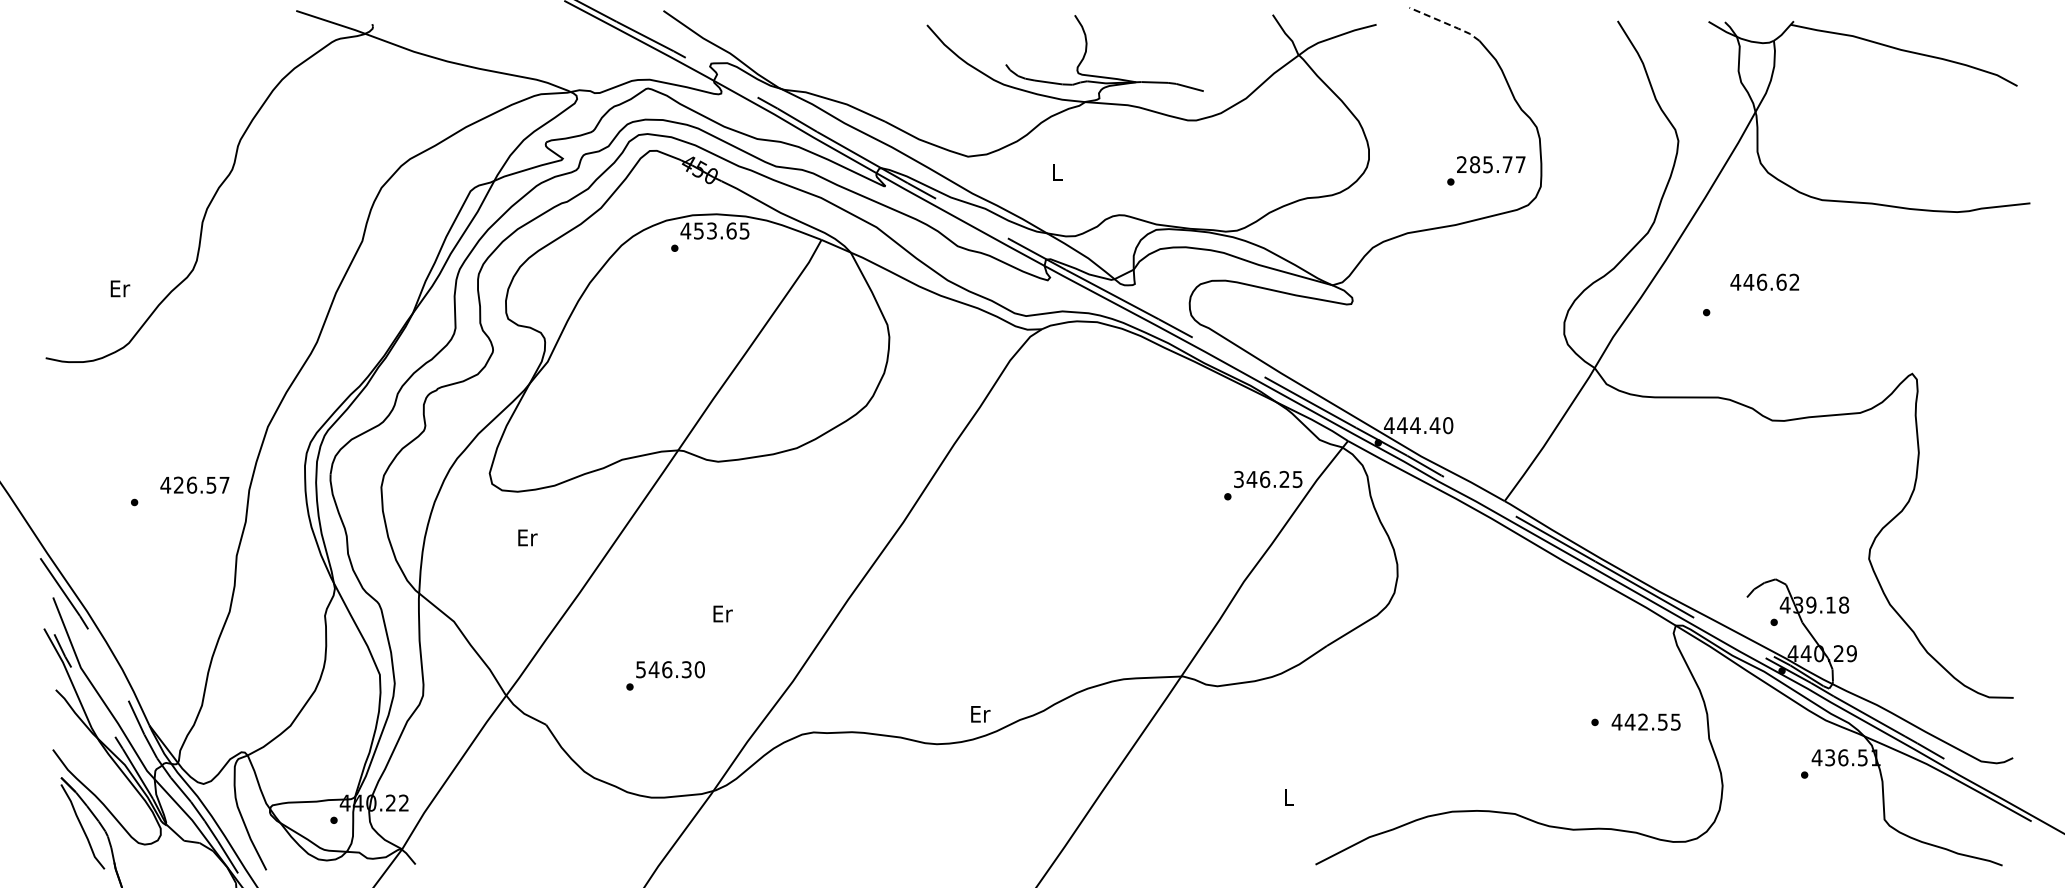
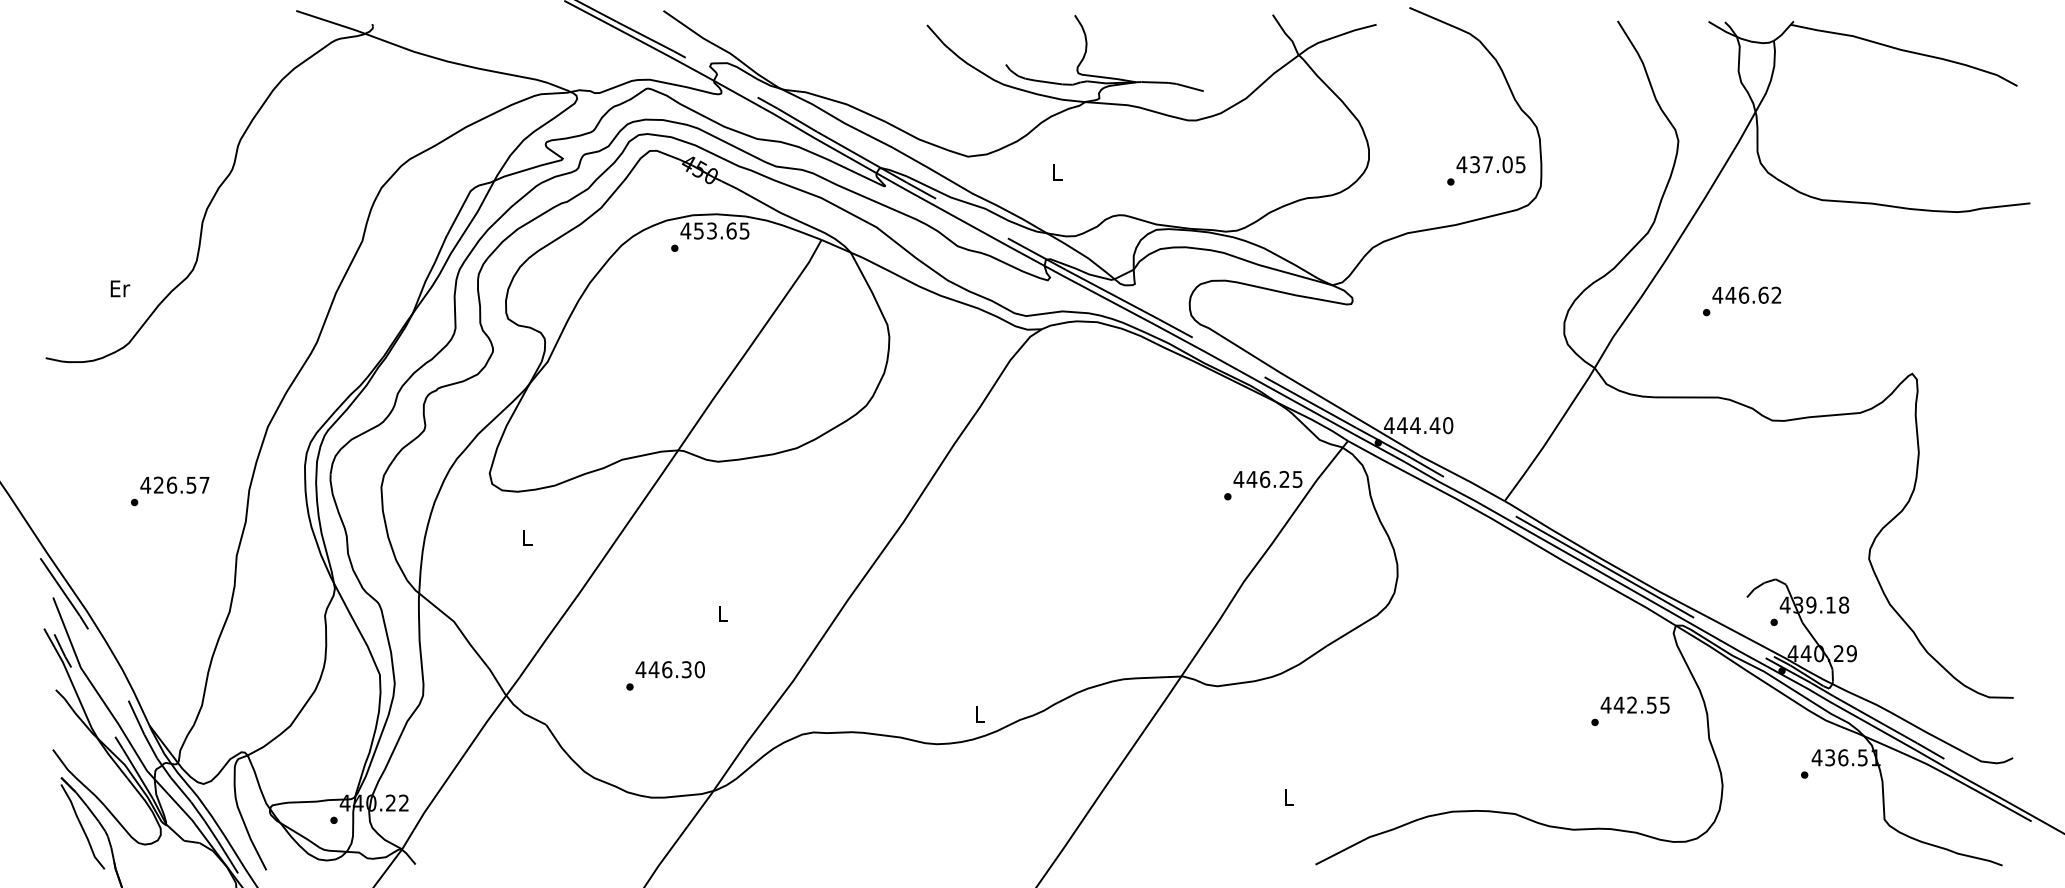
line at (1445, 23): dashed -> solid
text at (1490, 164): 285.77 -> 437.05
text at (1764, 281) position: (1764, 281) -> (1746, 294)
text at (1238, 479): 346.25 -> 446.25
text at (194, 484) position: (194, 484) -> (174, 484)
text at (527, 537): Er -> L
text at (722, 613): Er -> L
text at (640, 669): 546.30 -> 446.30
text at (980, 714): Er -> L
text at (1645, 721) position: (1645, 721) -> (1634, 704)
